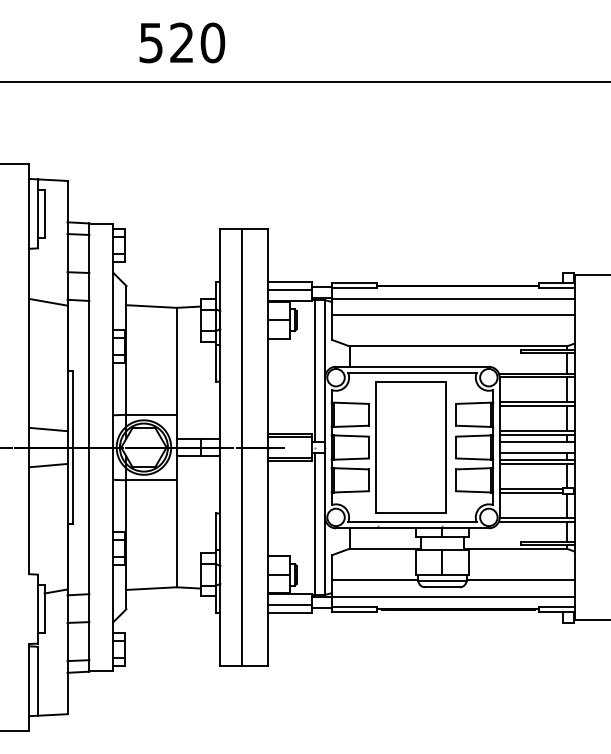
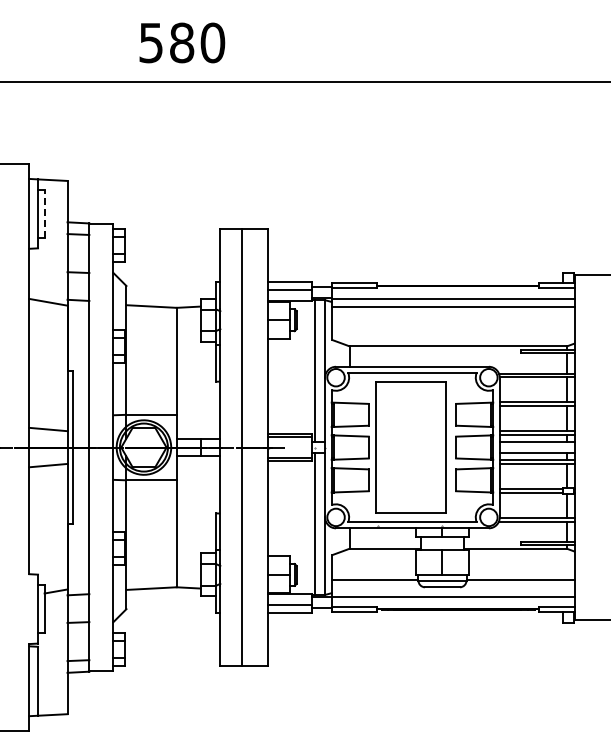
text at (182, 42): 520 -> 580
line at (44, 213): solid -> dashed
line at (453, 314) position: (453, 314) -> (453, 306)
